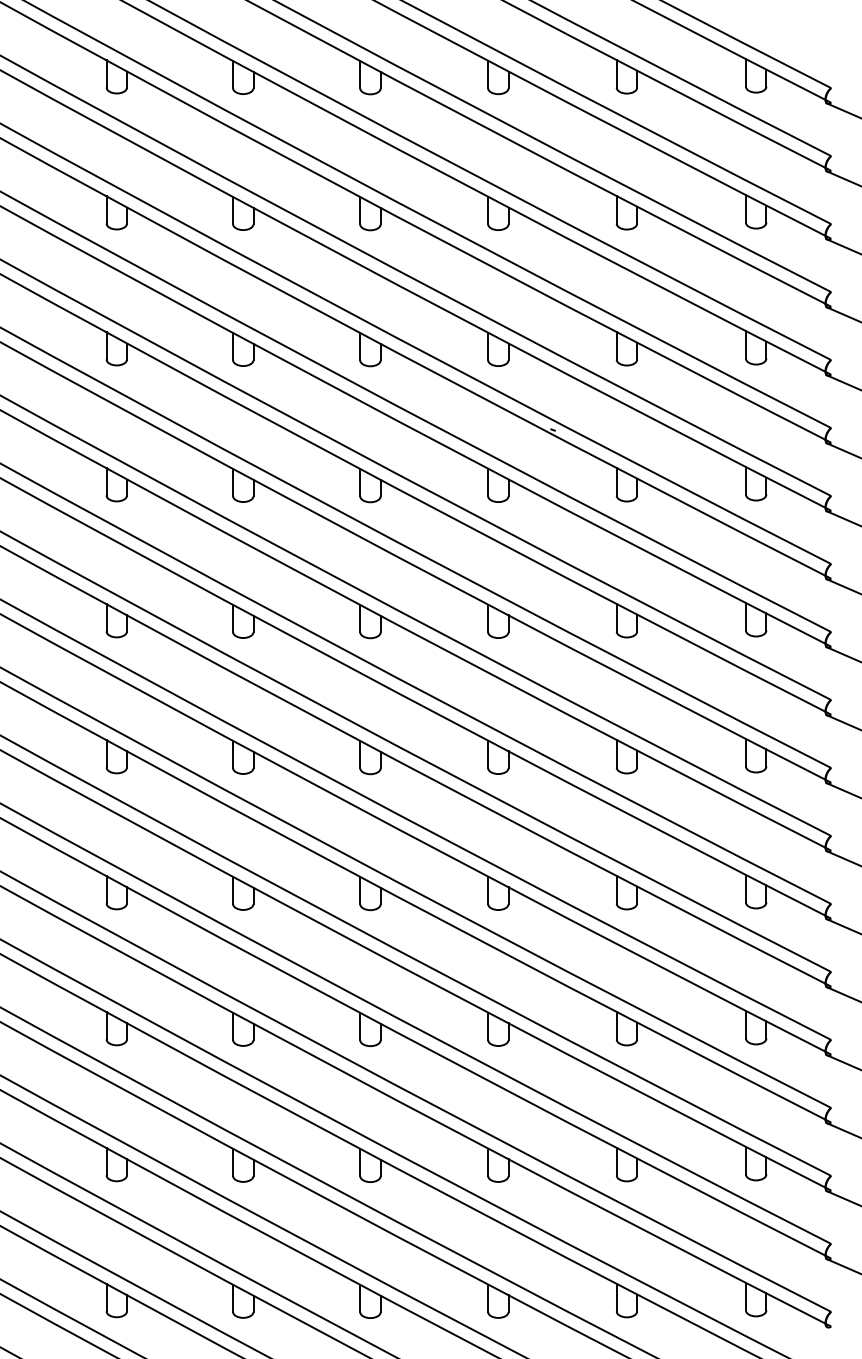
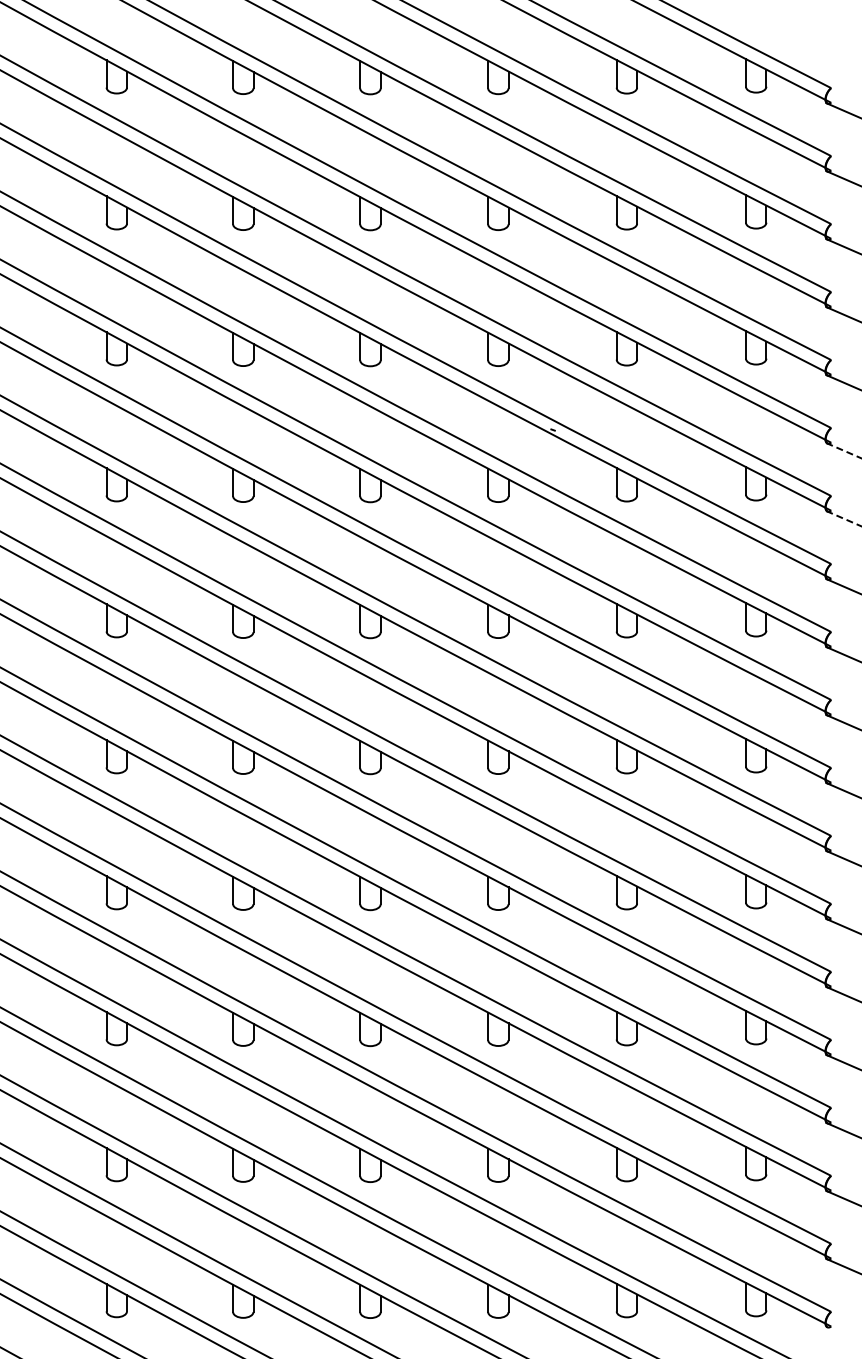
line at (843, 450): solid -> dashed
line at (843, 518): solid -> dashed
